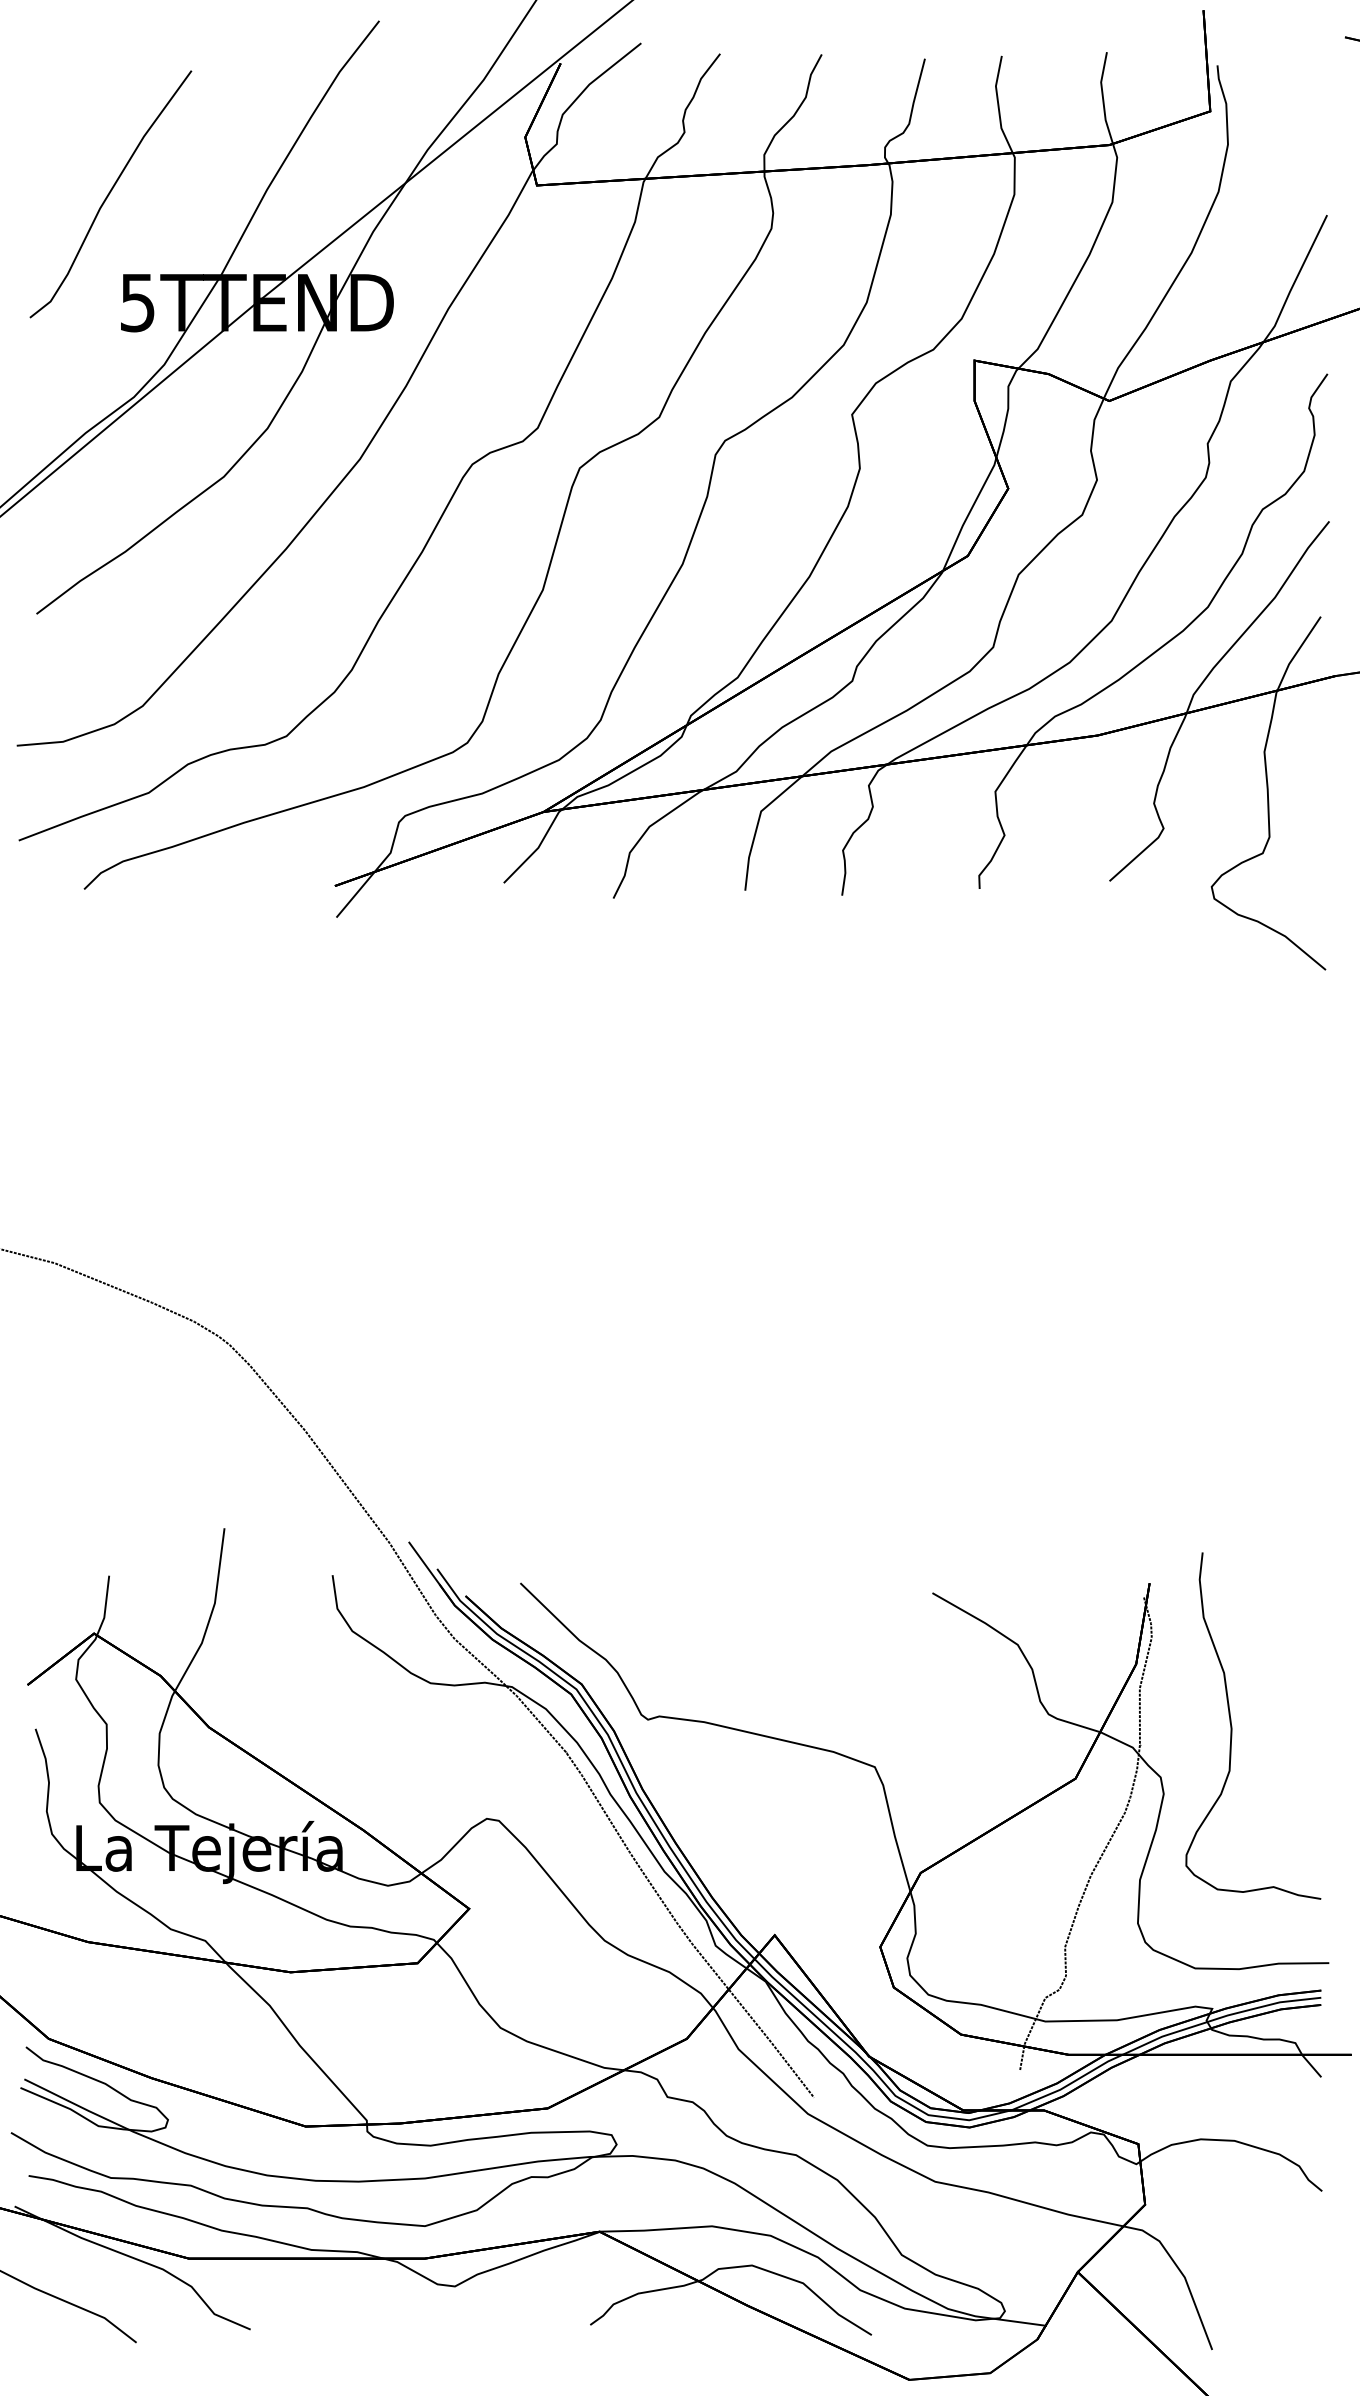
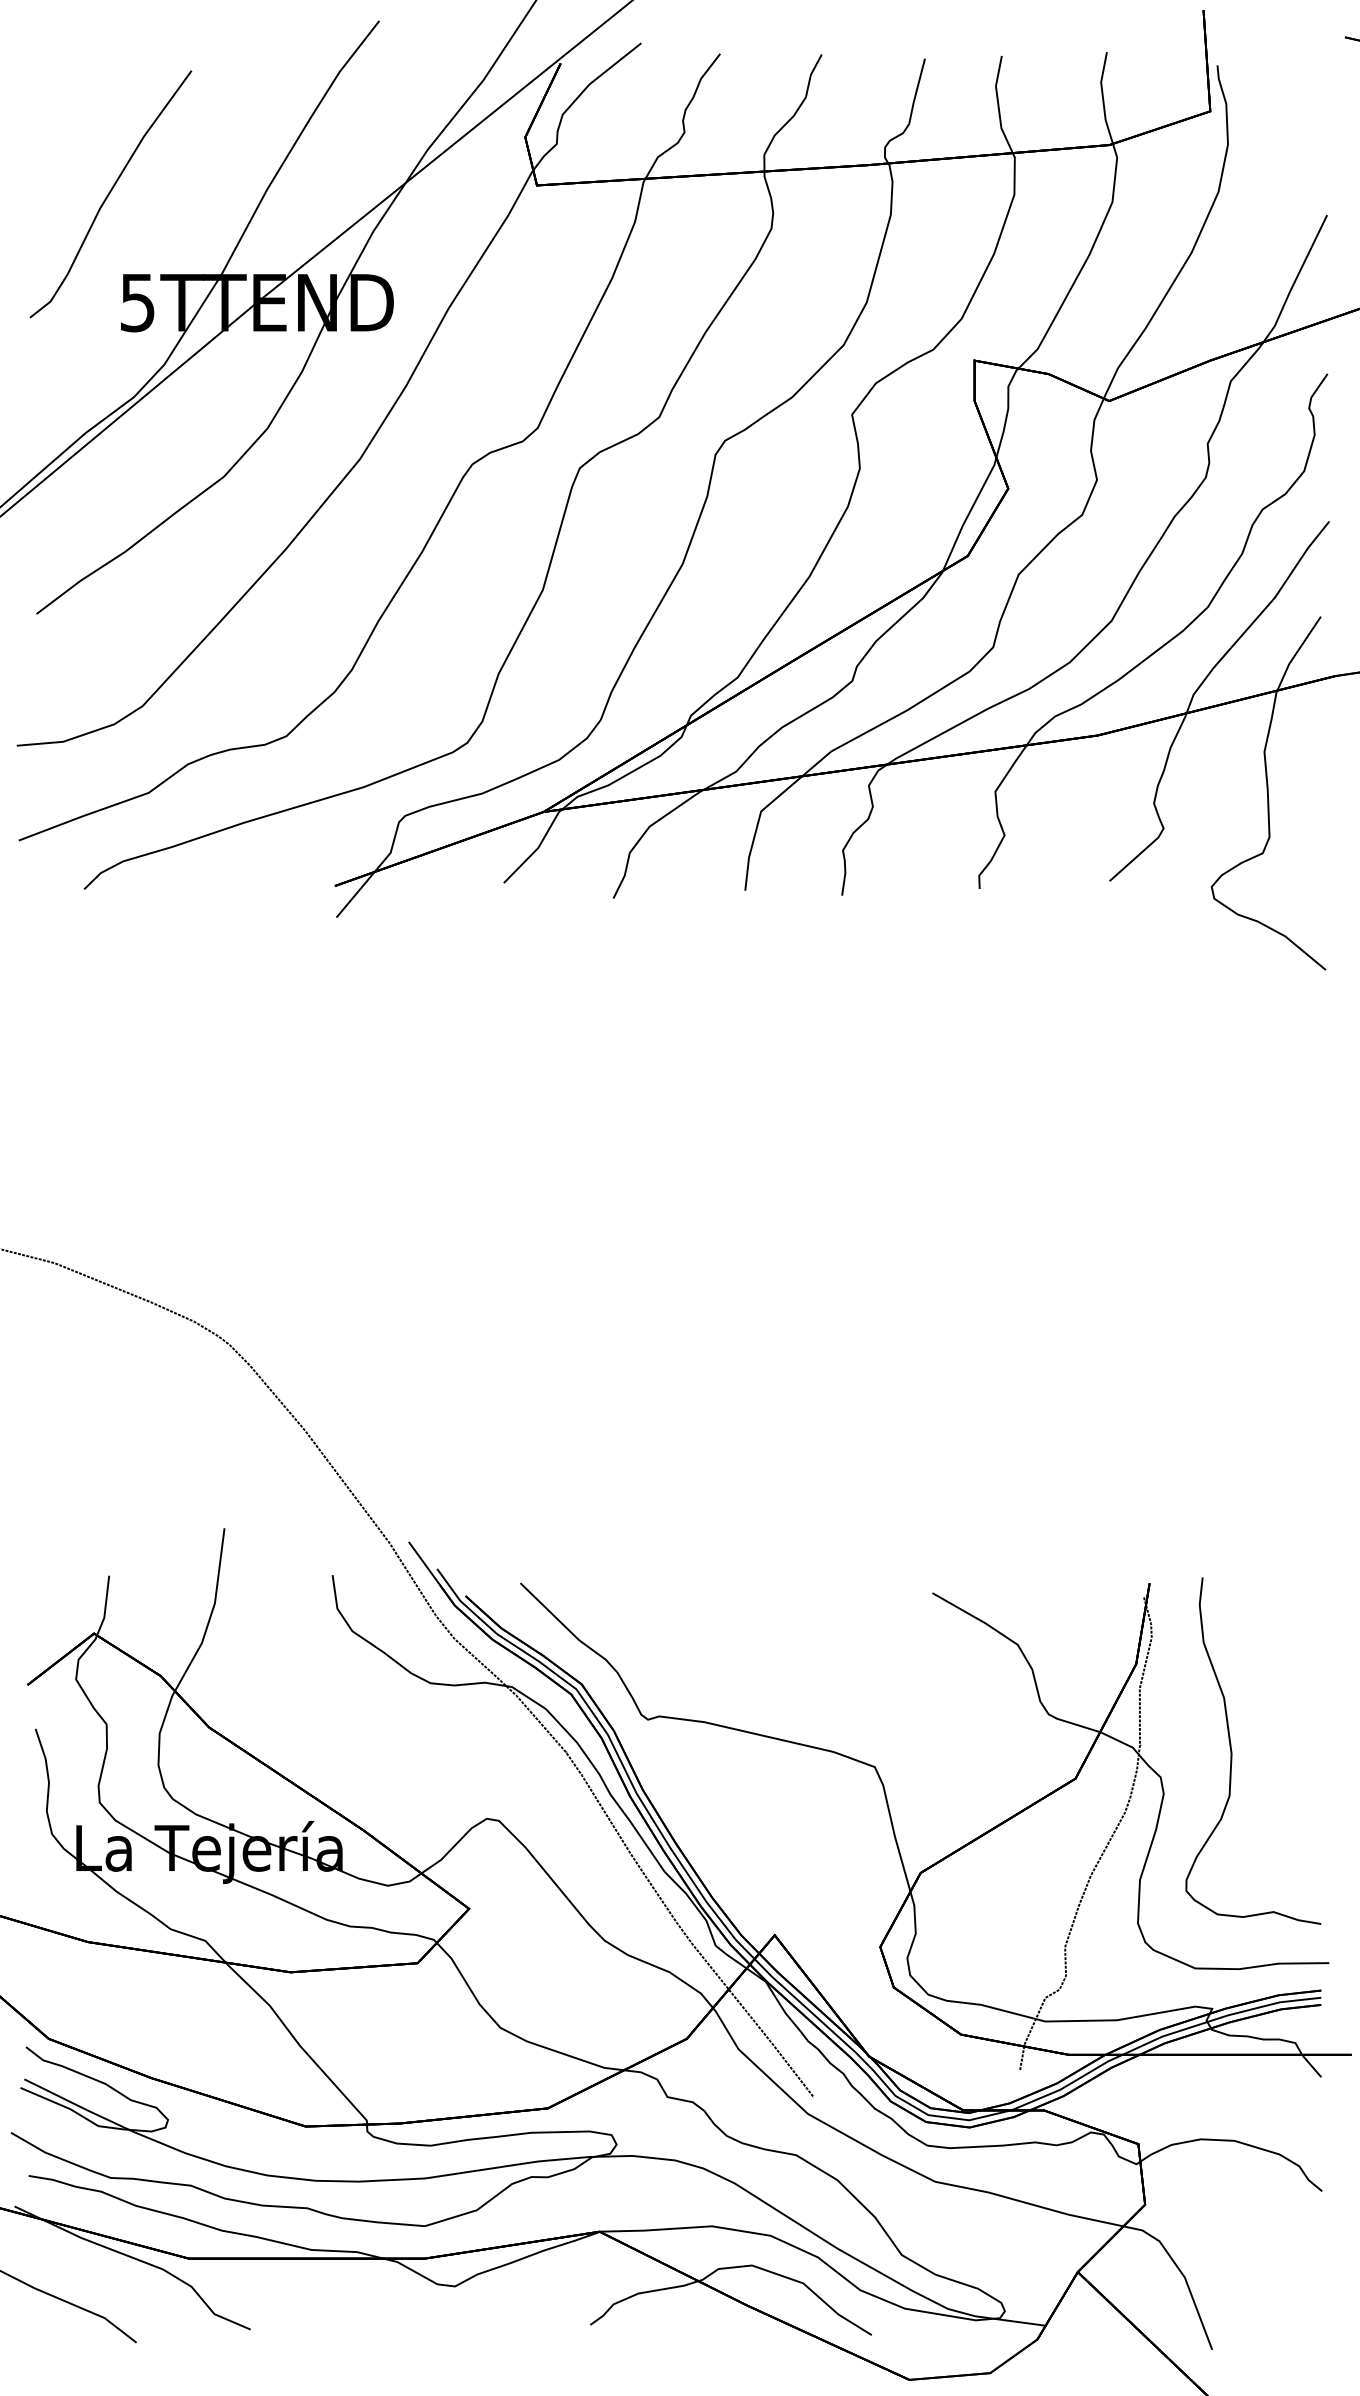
part at (1232, 1725) position: (1232, 1725) -> (1232, 1750)
